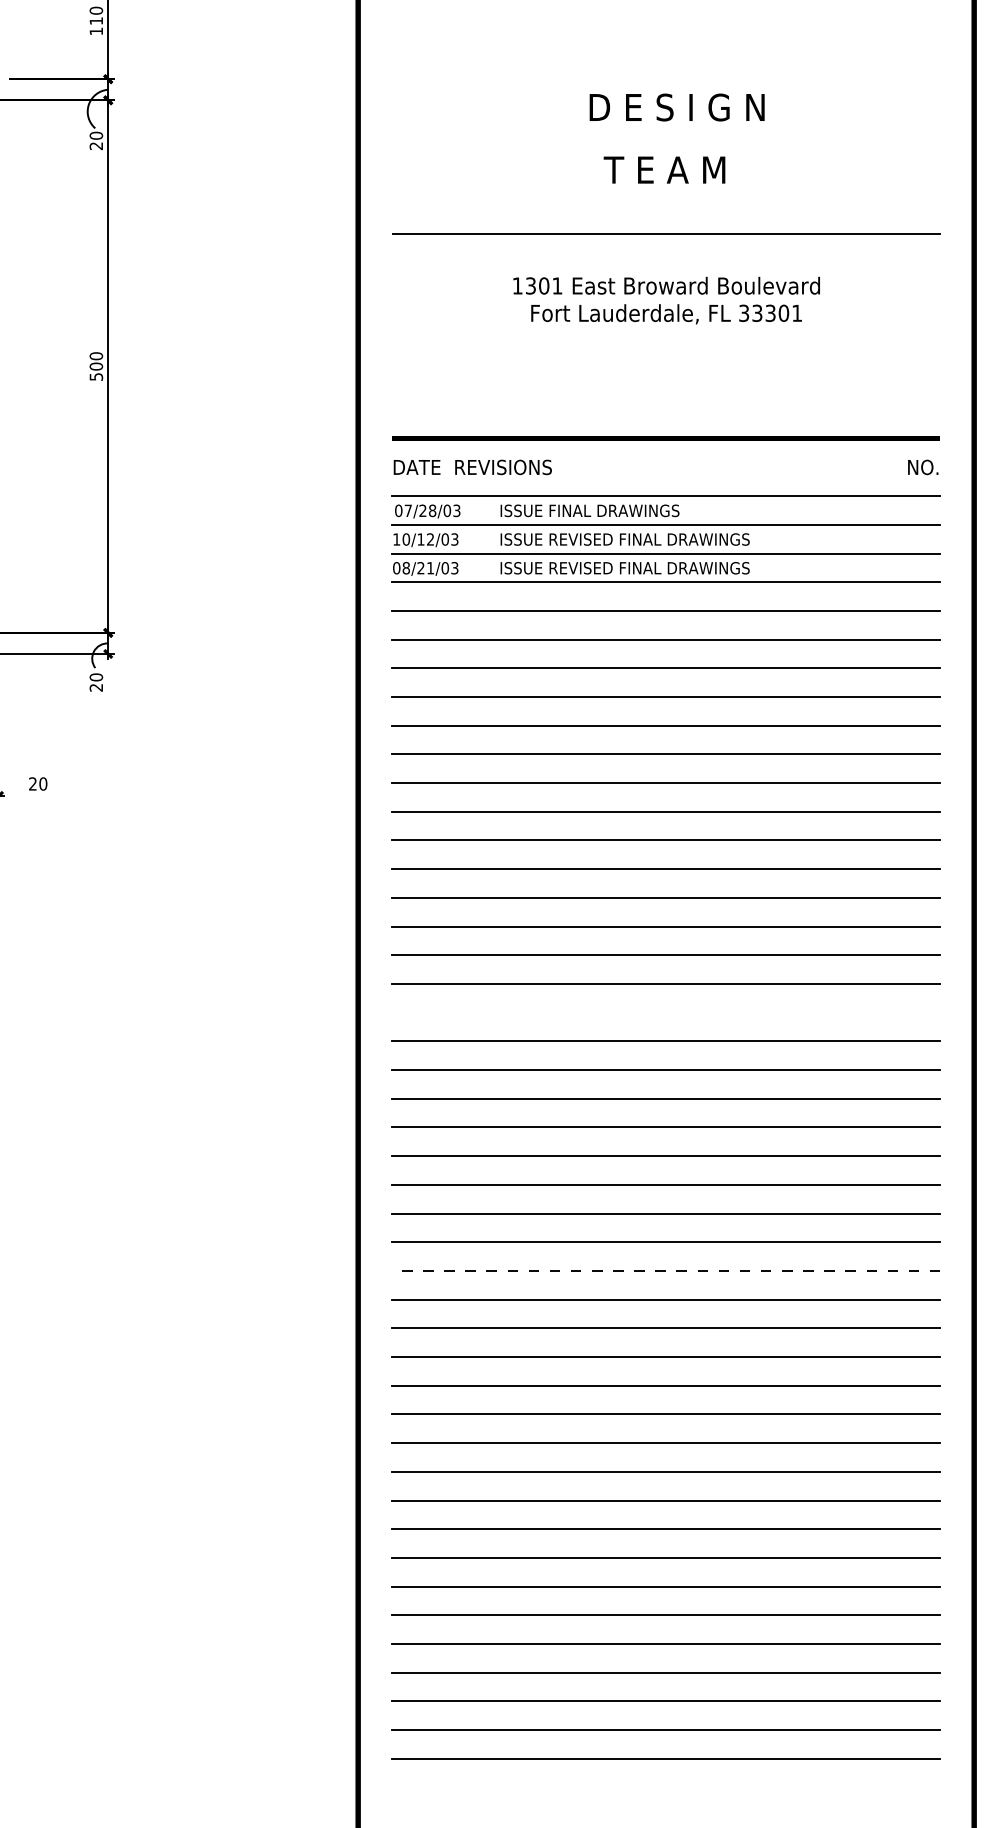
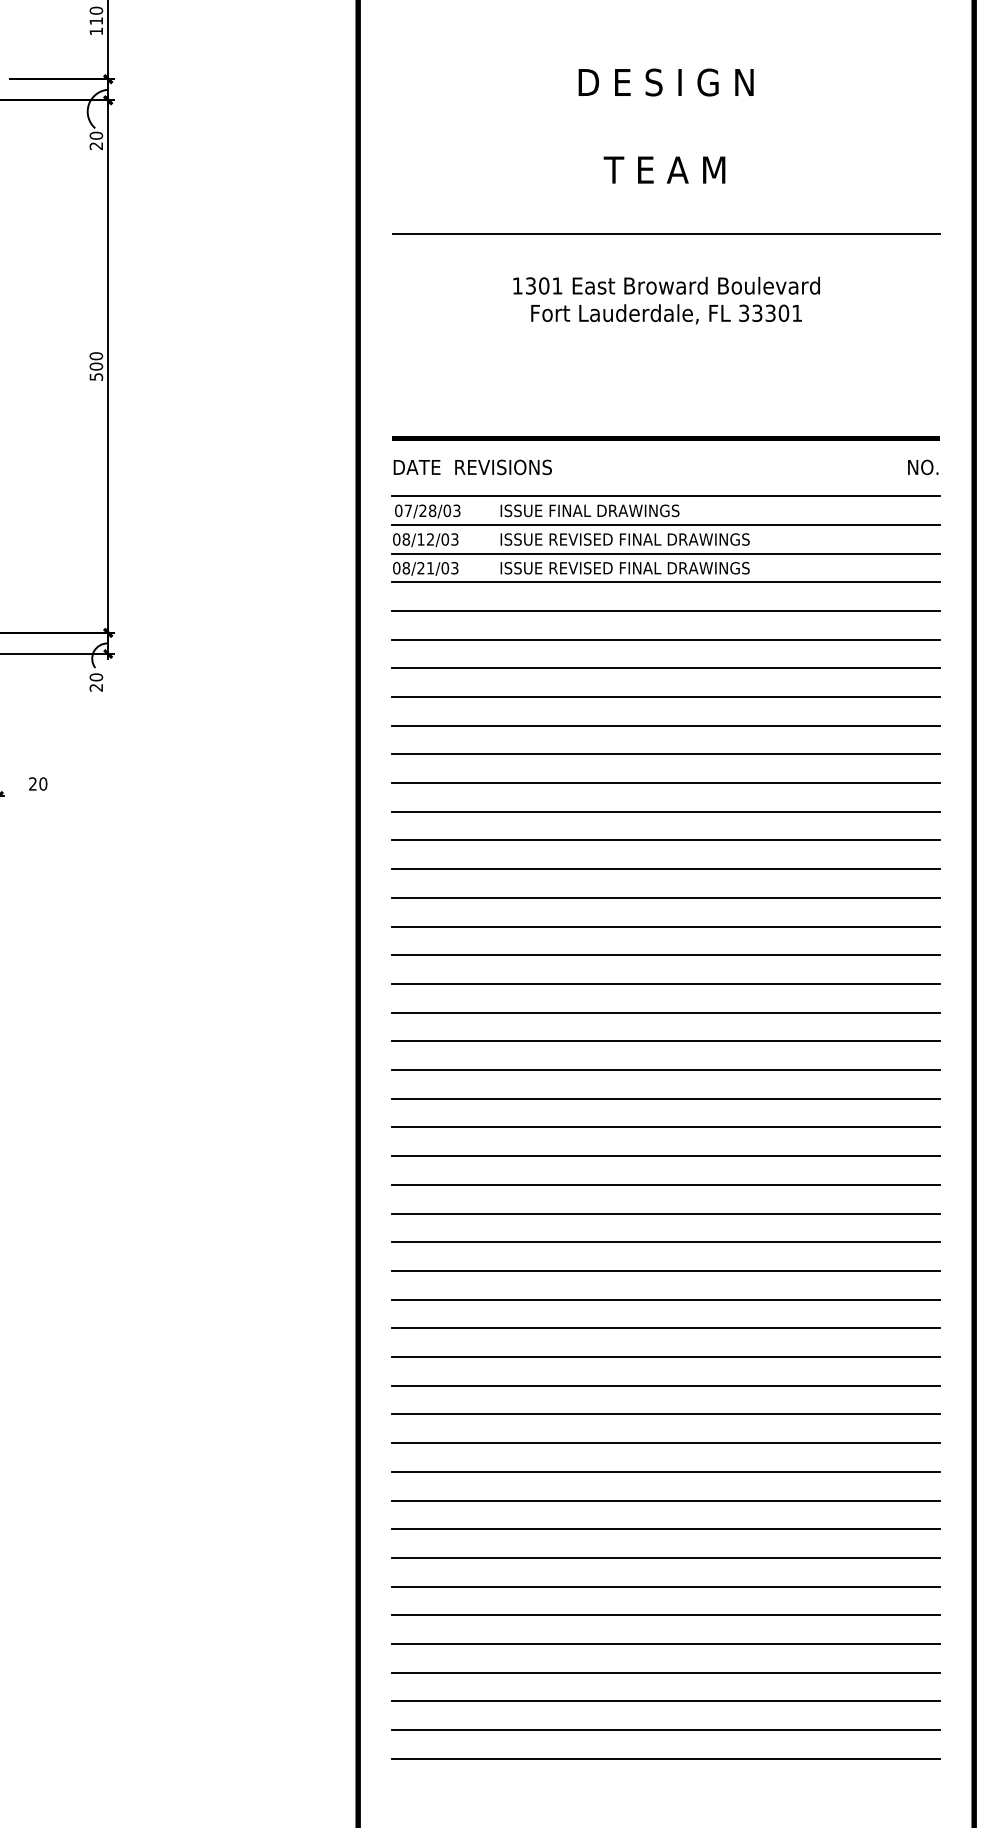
text at (676, 107) position: (676, 107) -> (665, 82)
text at (401, 539): 10/12/03 -> 08/12/03
line at (665, 1012): none -> present
line at (665, 1270): dashed -> solid
